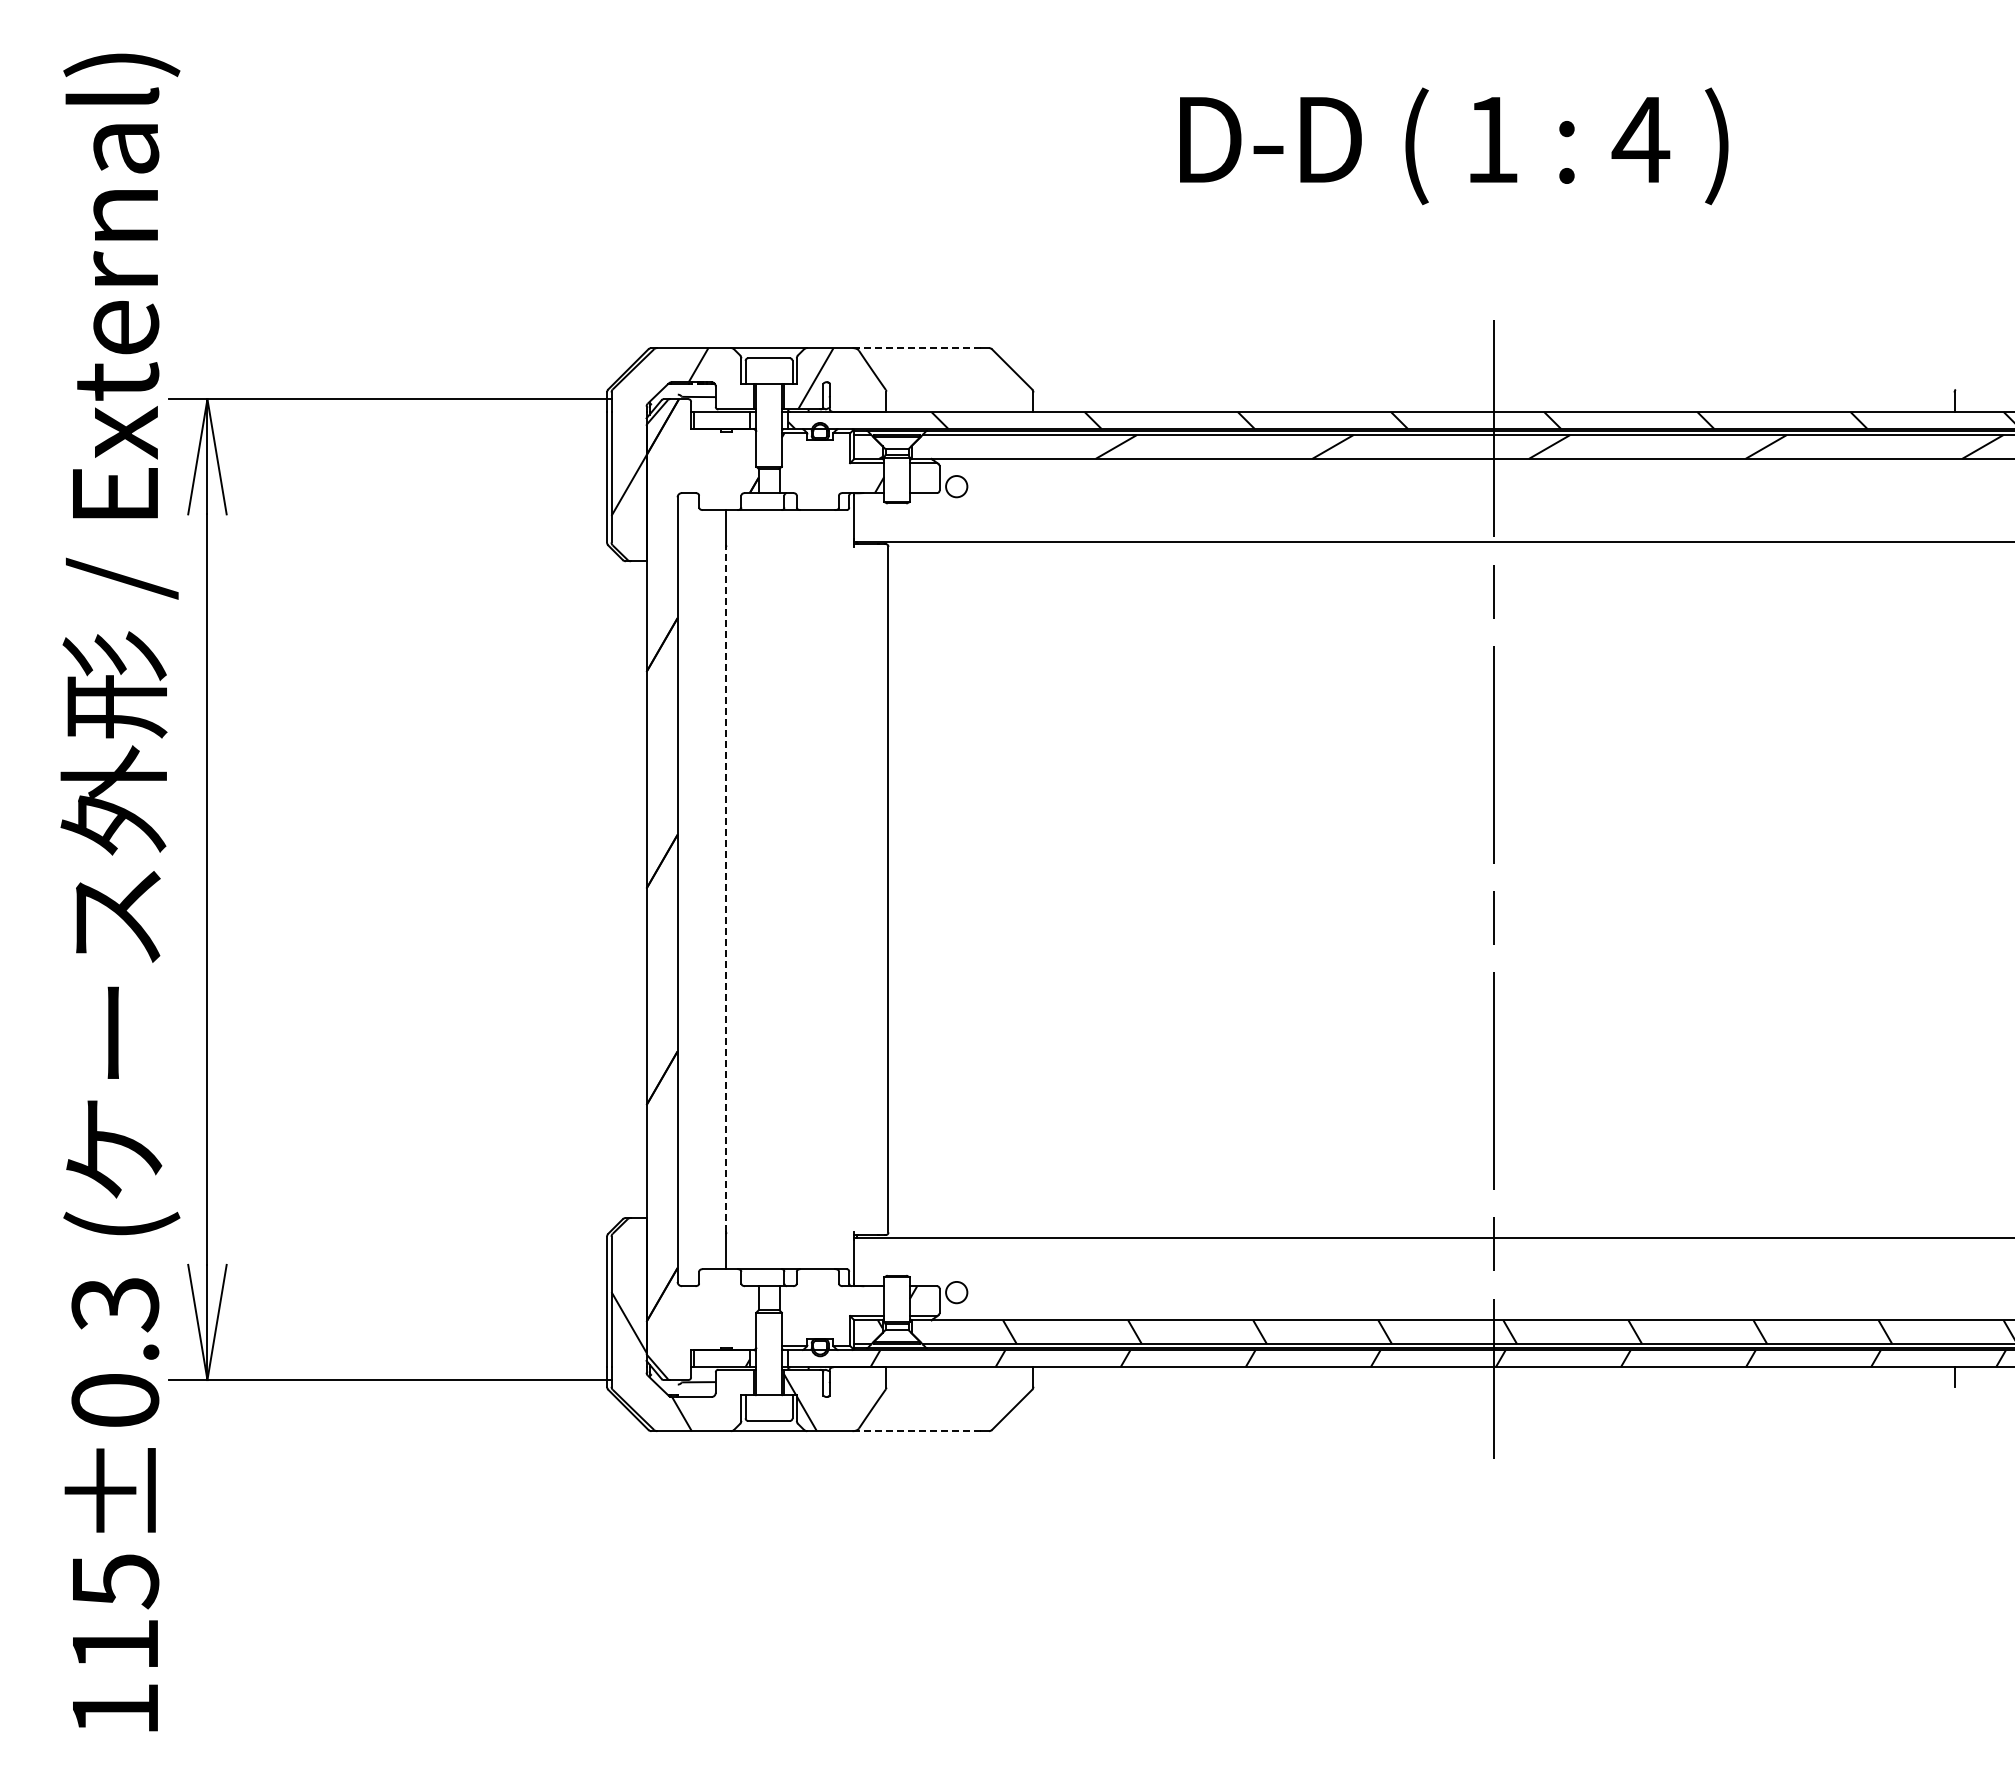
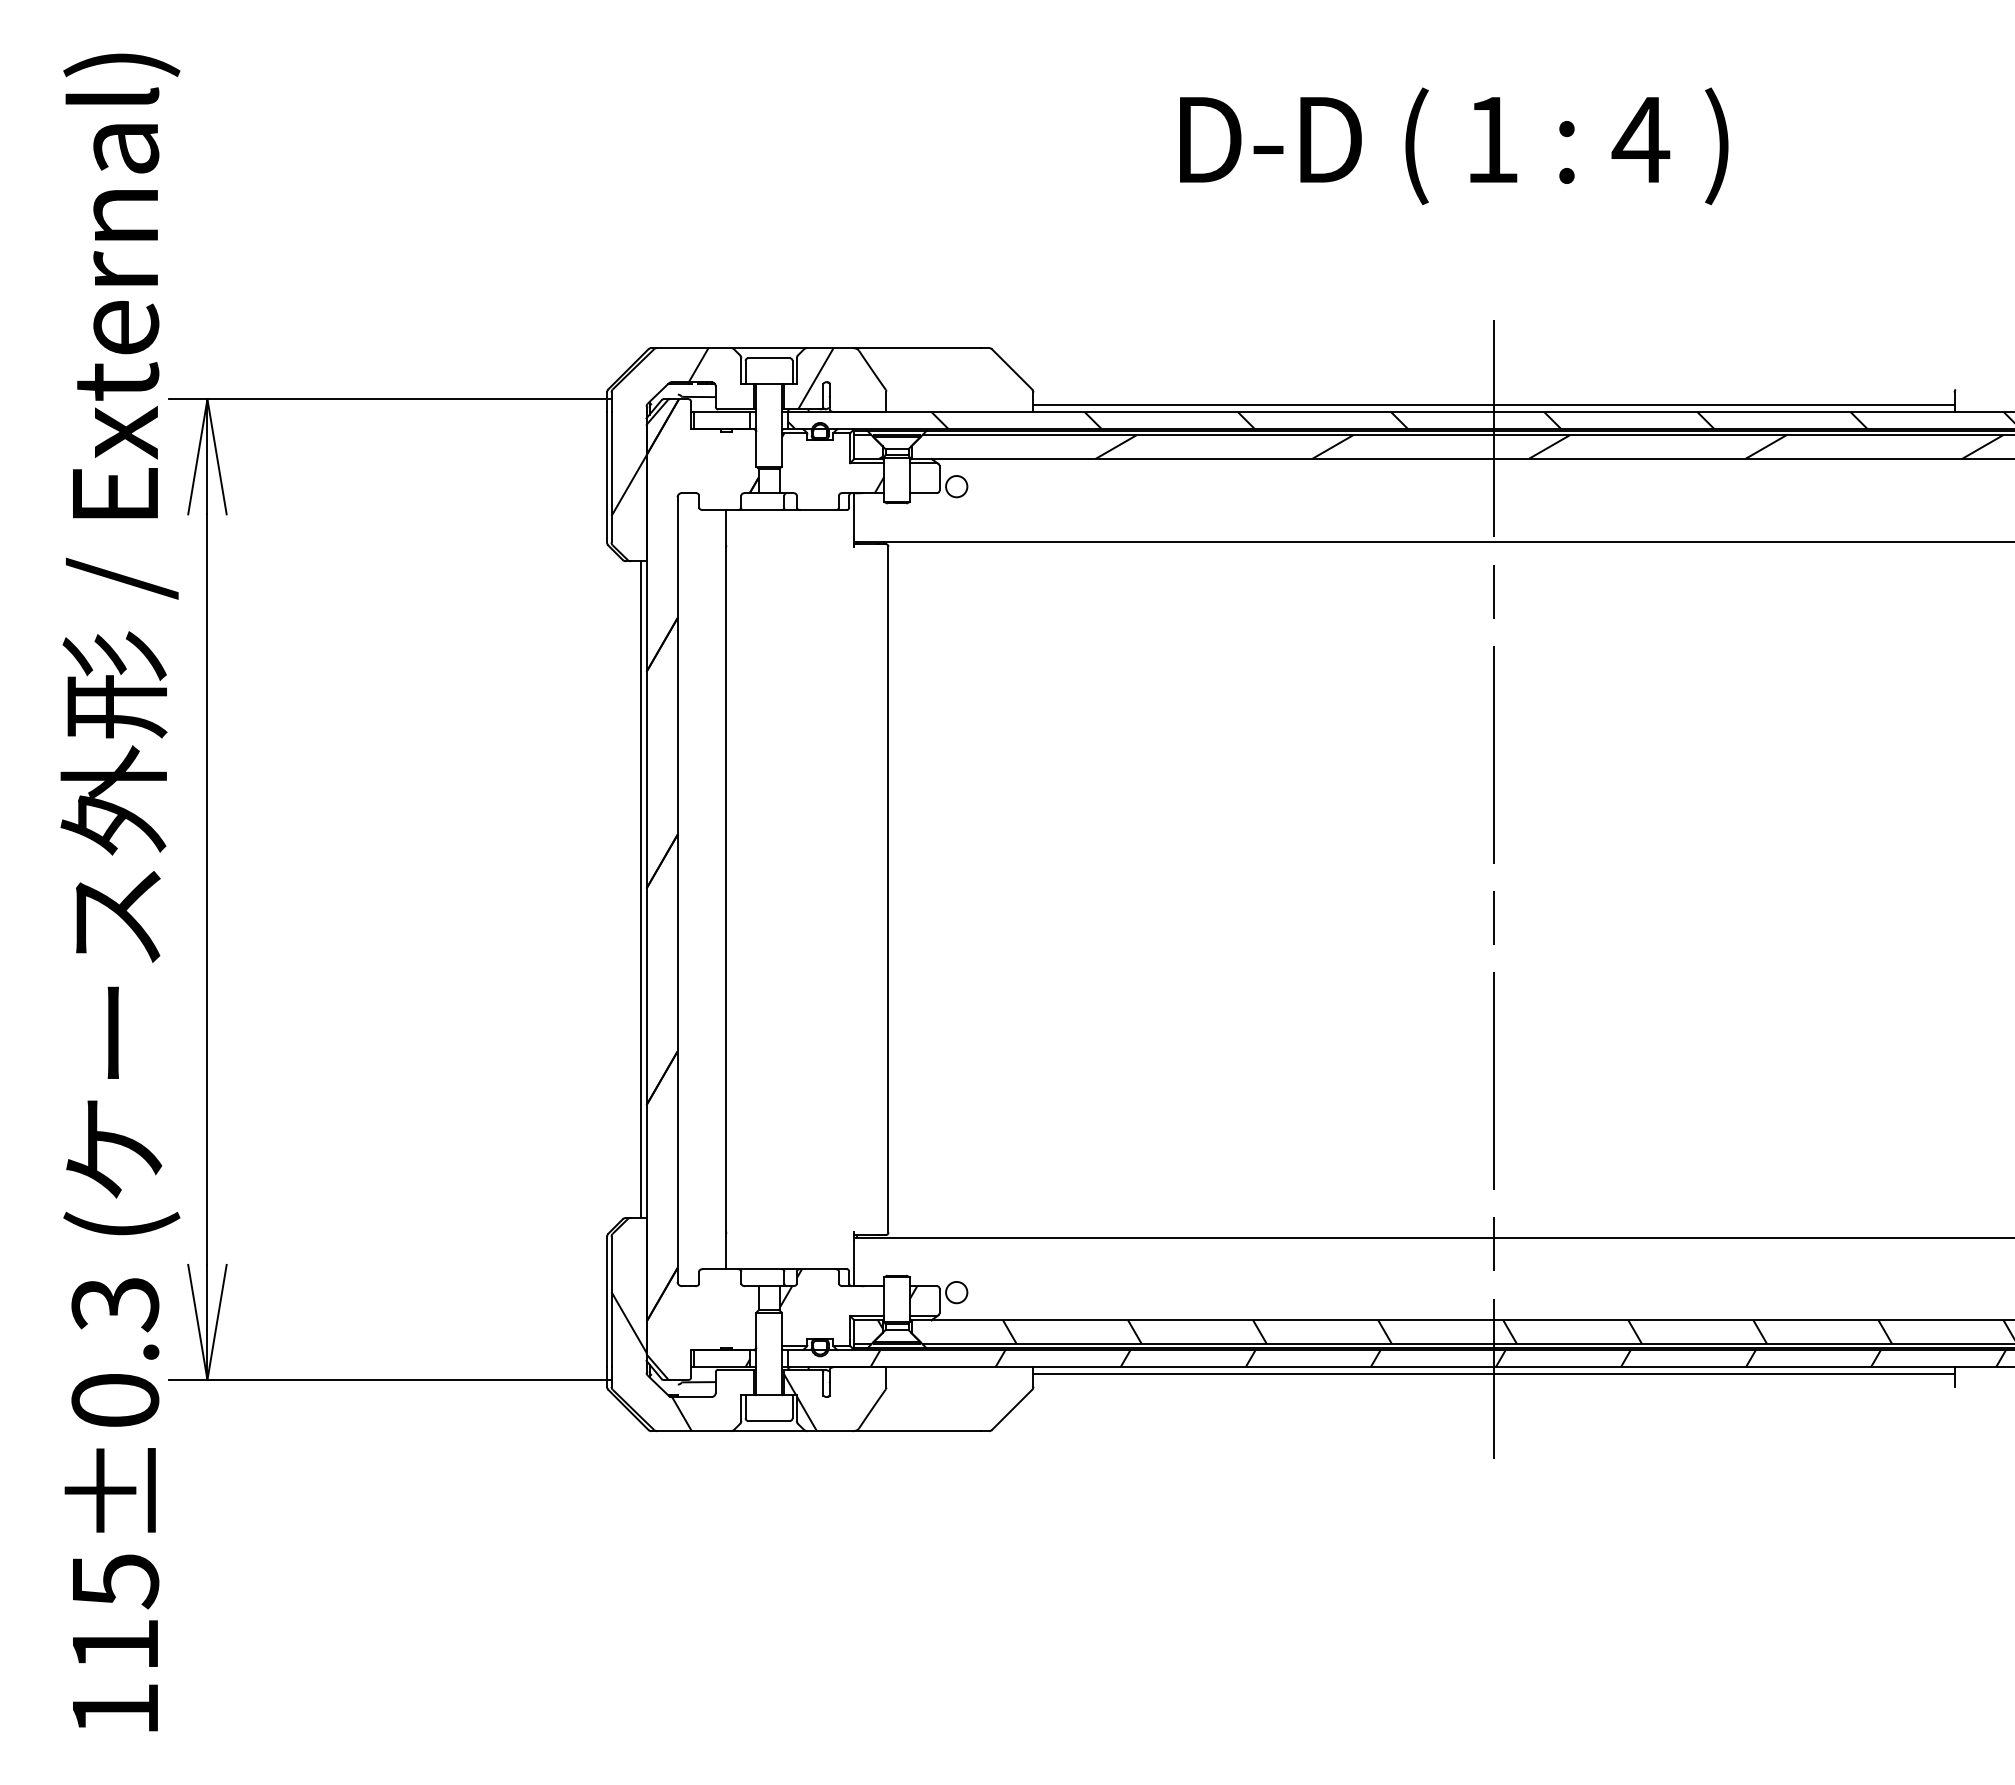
line at (916, 348): dashed -> solid
line at (1493, 405): none -> present
line at (641, 889): none -> present
line at (726, 889): dashed -> solid
hatch at (790, 1288): none -> present
line at (1493, 1374): none -> present
line at (917, 1431): dashed -> solid
